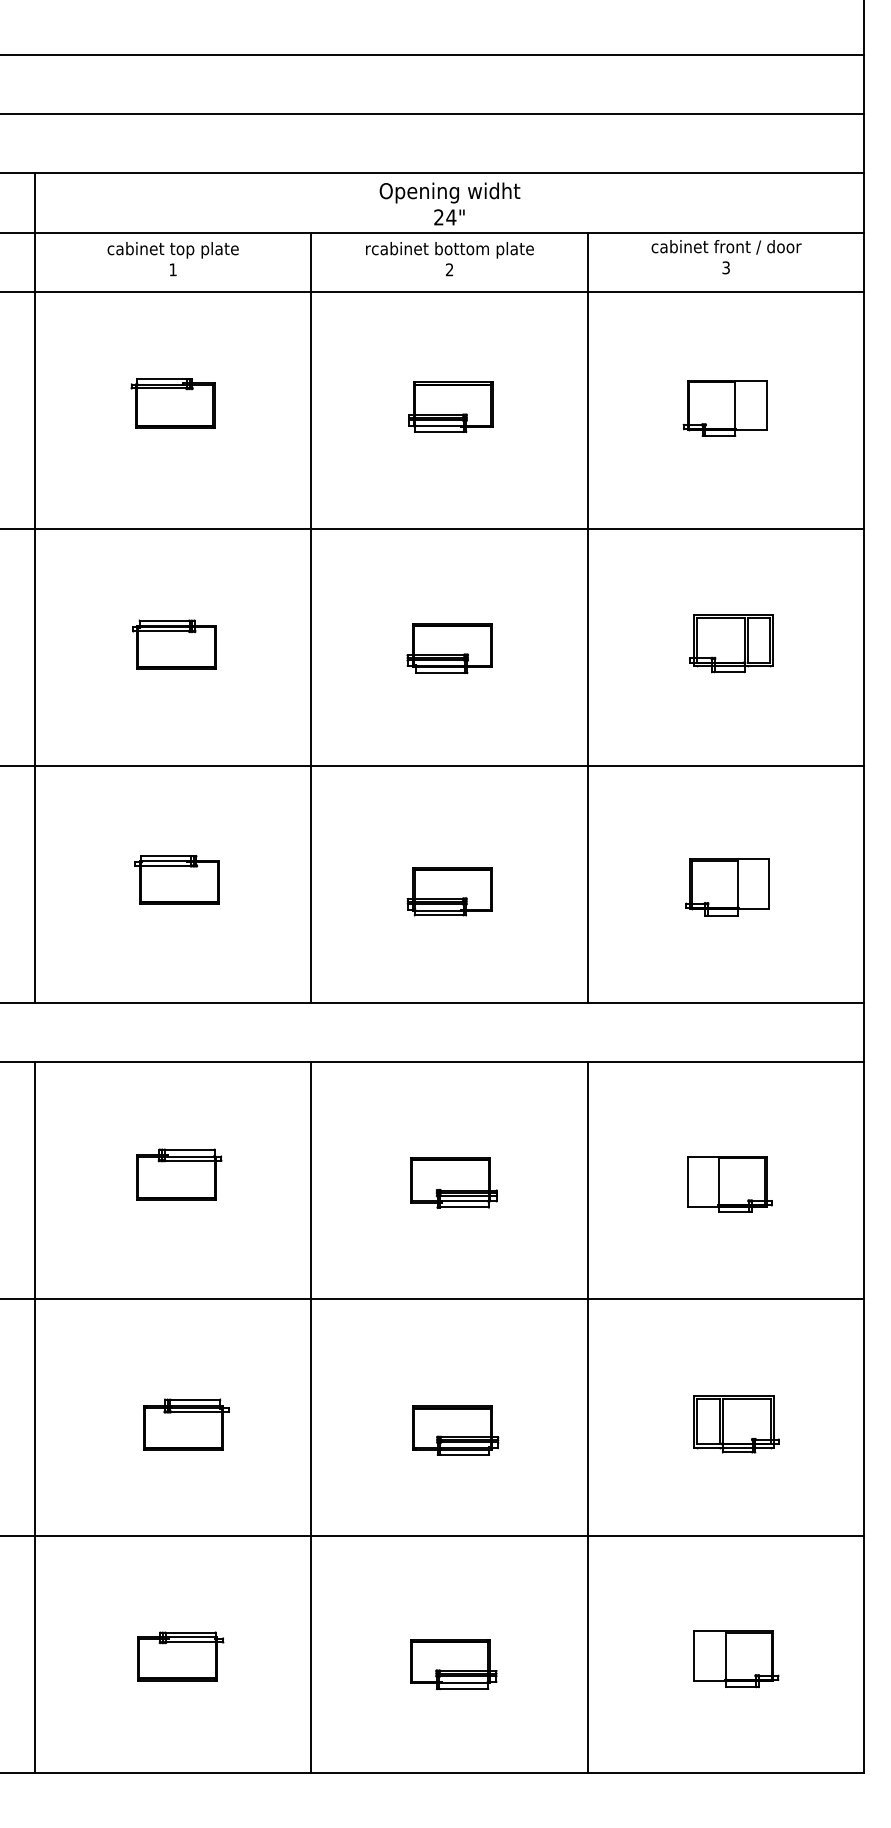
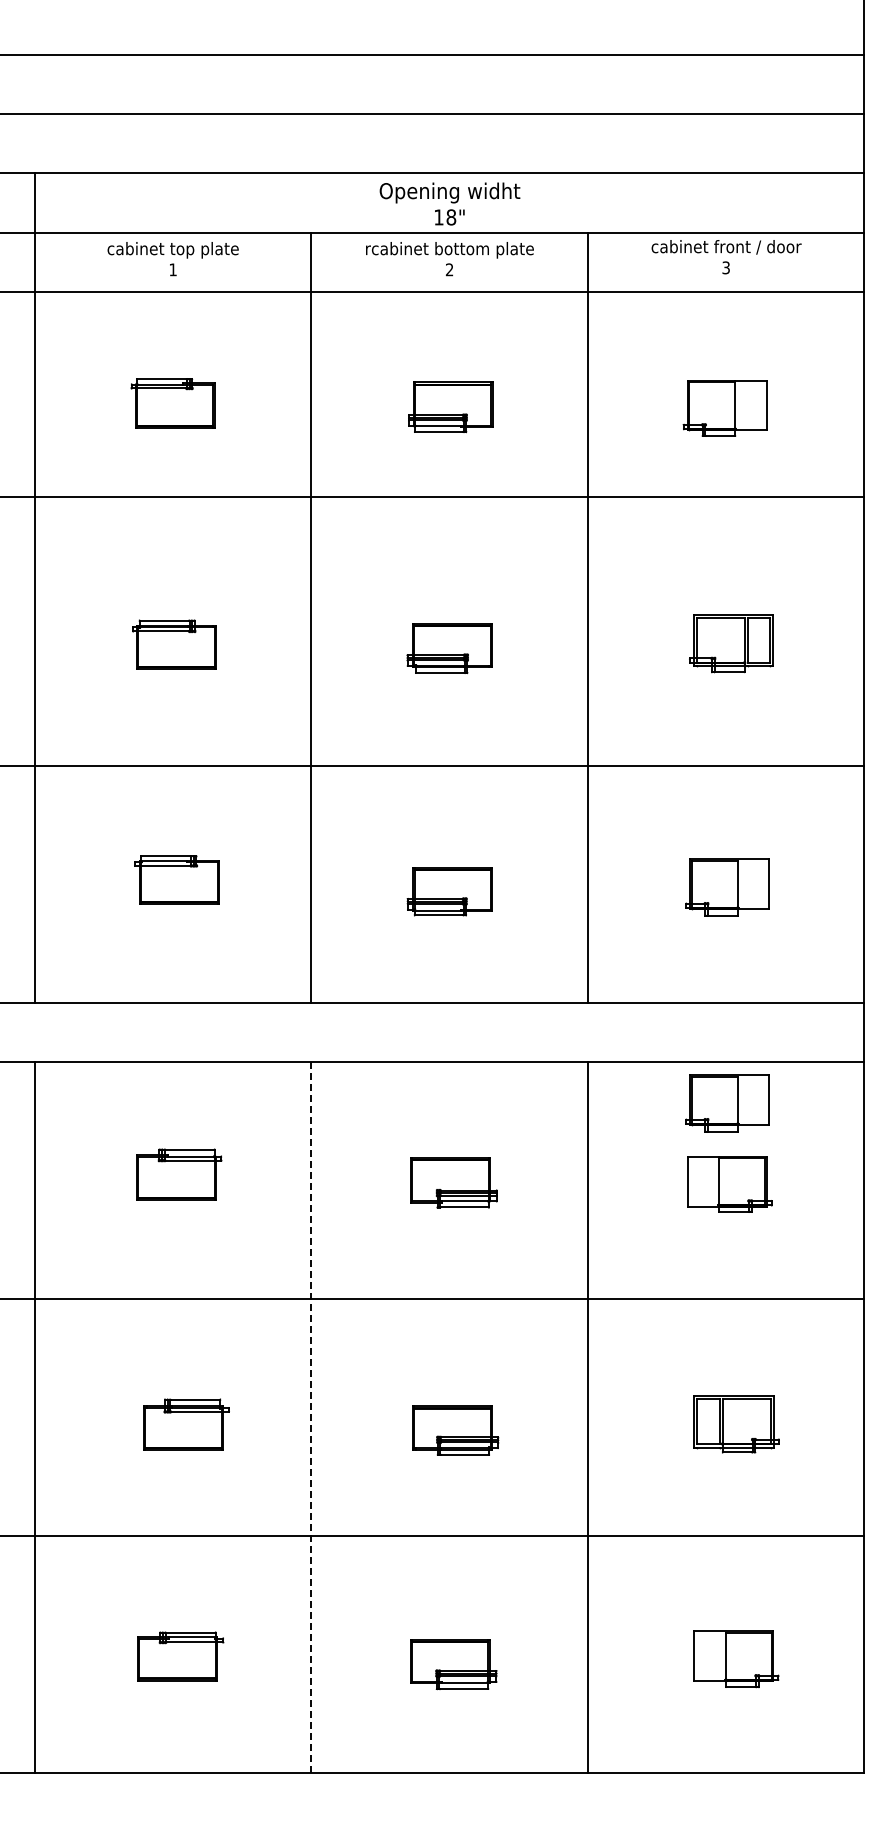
text at (445, 217): 24" -> 18"
line at (433, 528) position: (433, 528) -> (433, 496)
part at (727, 1103): none -> present
line at (311, 1417): solid -> dashed
